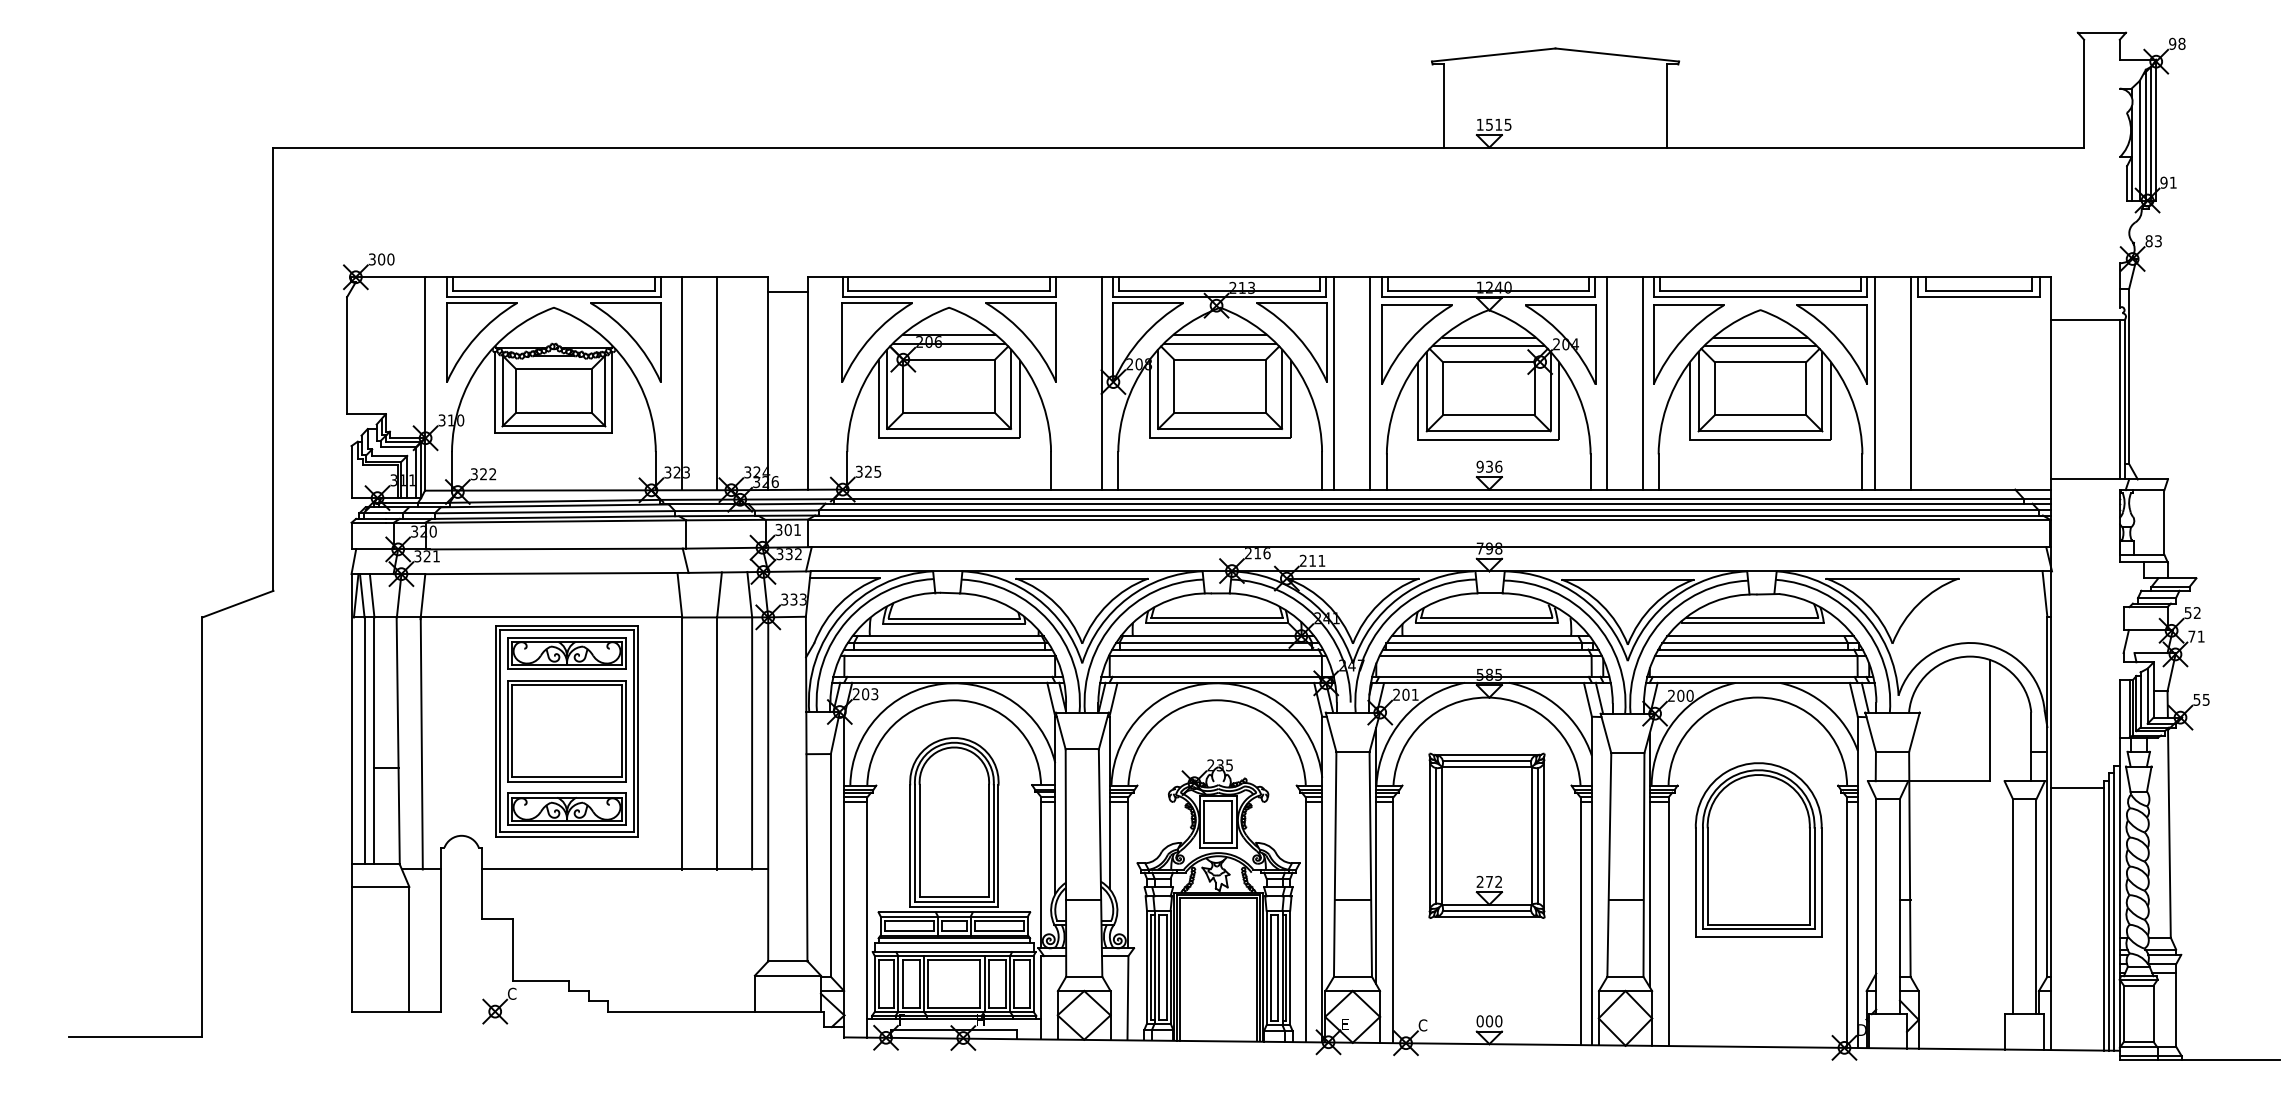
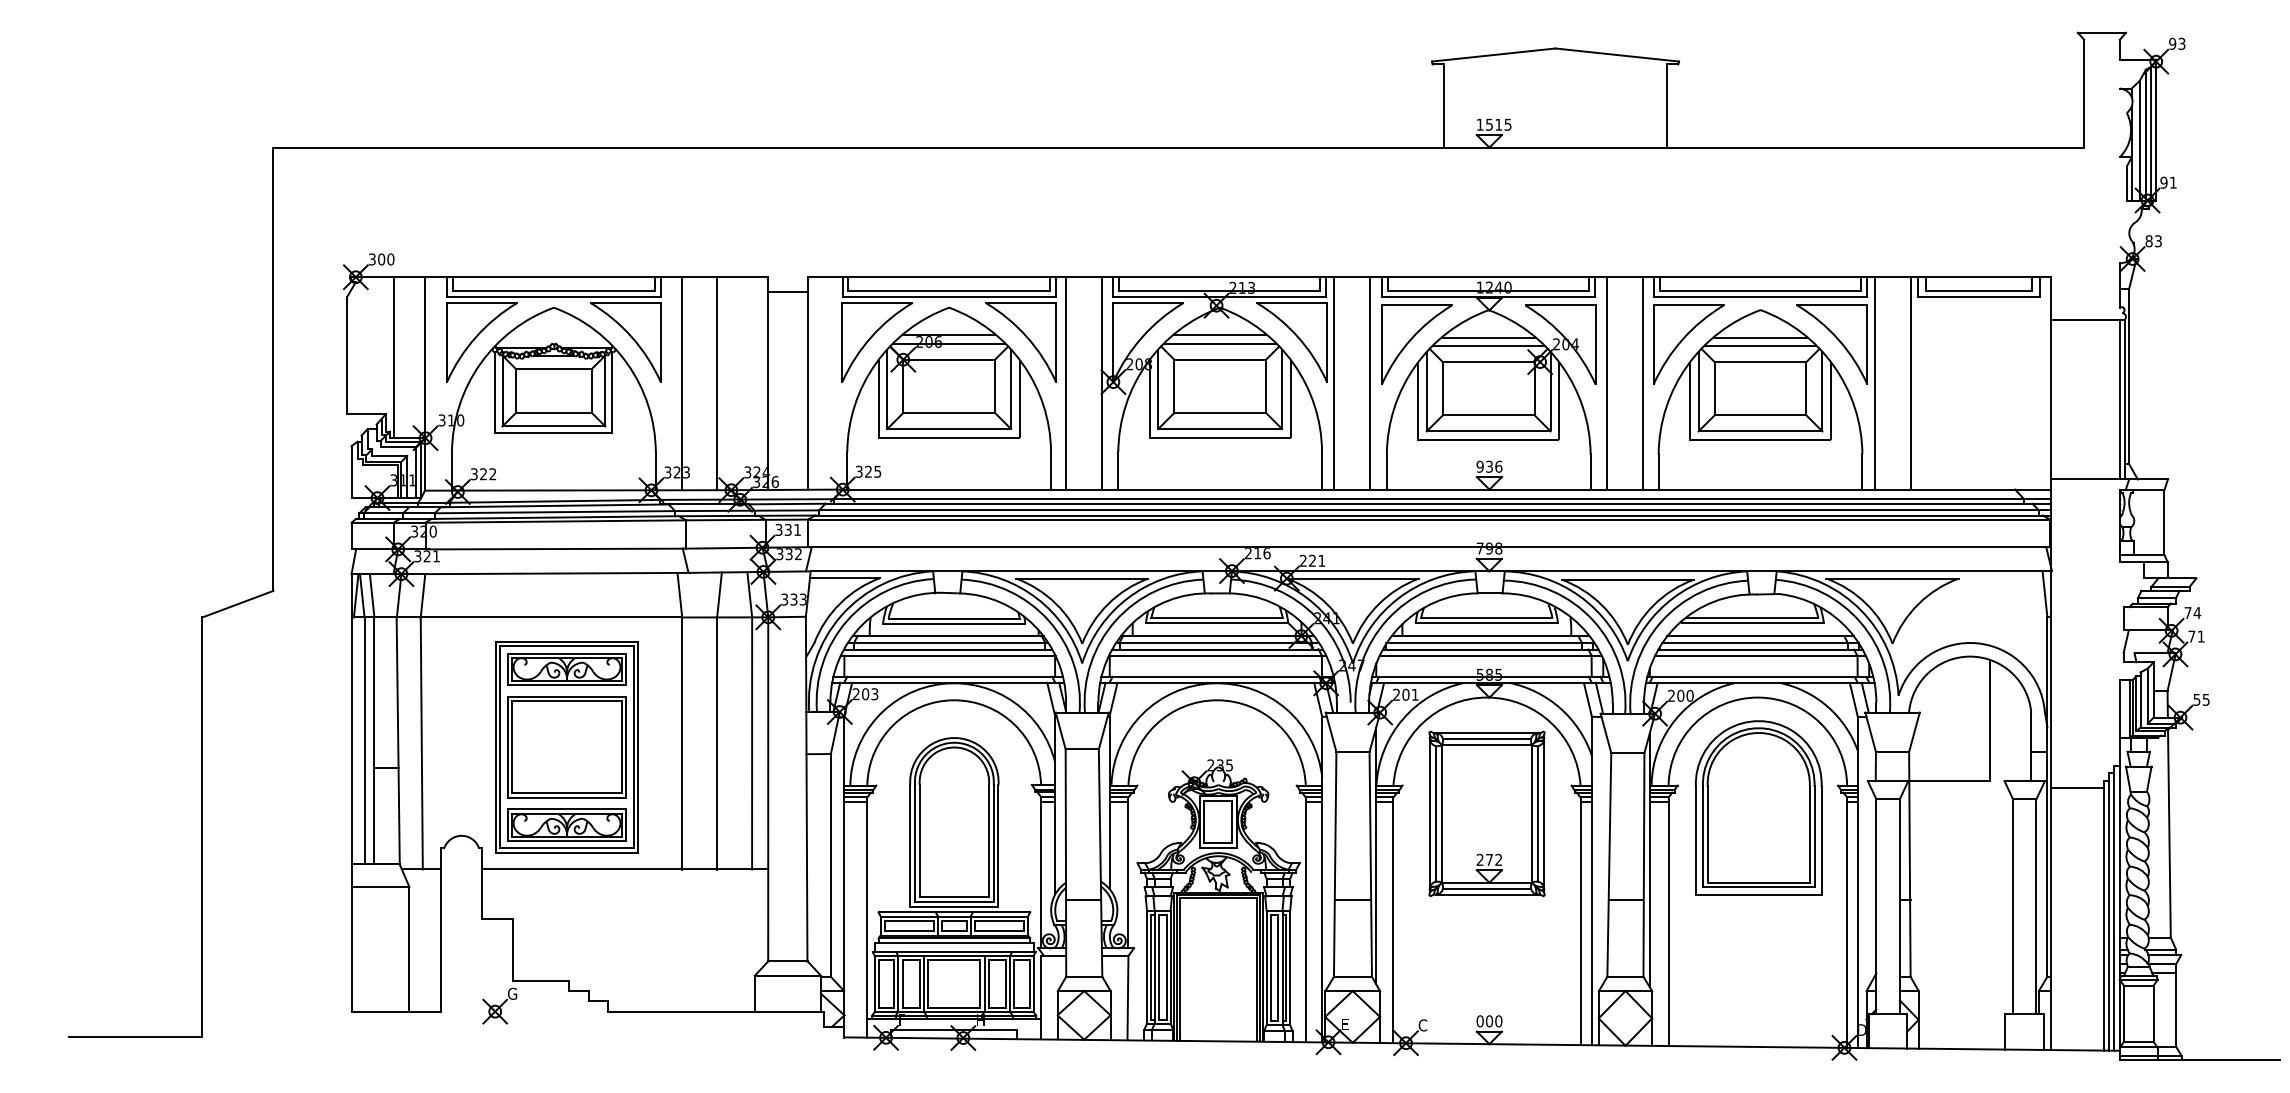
text at (2181, 43): 98 -> 93
line at (393, 357): none -> present
line at (1066, 383): none -> present
text at (787, 529): 301 -> 331
text at (1312, 560): 211 -> 221
text at (2192, 613): 52 -> 74
part at (566, 731) position: (566, 731) -> (566, 747)
part at (1486, 835) position: (1486, 835) -> (1486, 813)
part at (1758, 849) position: (1758, 849) -> (1758, 807)
text at (515, 993): C -> G
